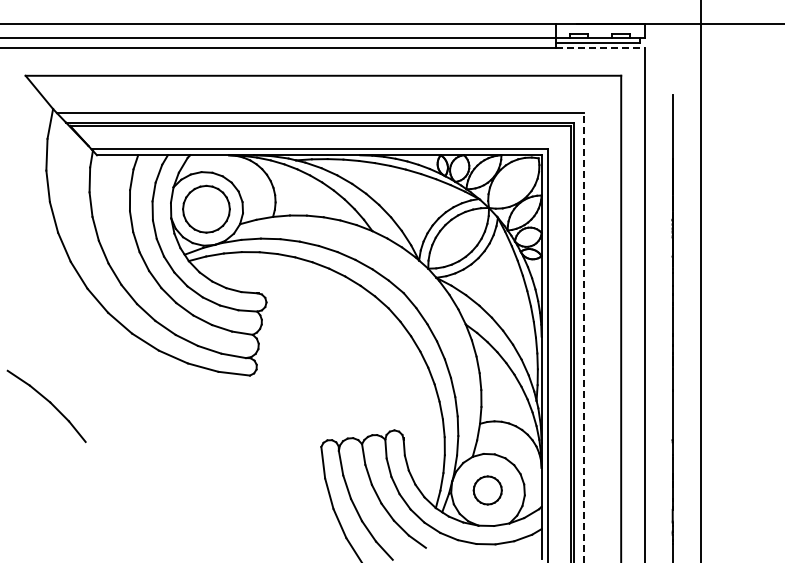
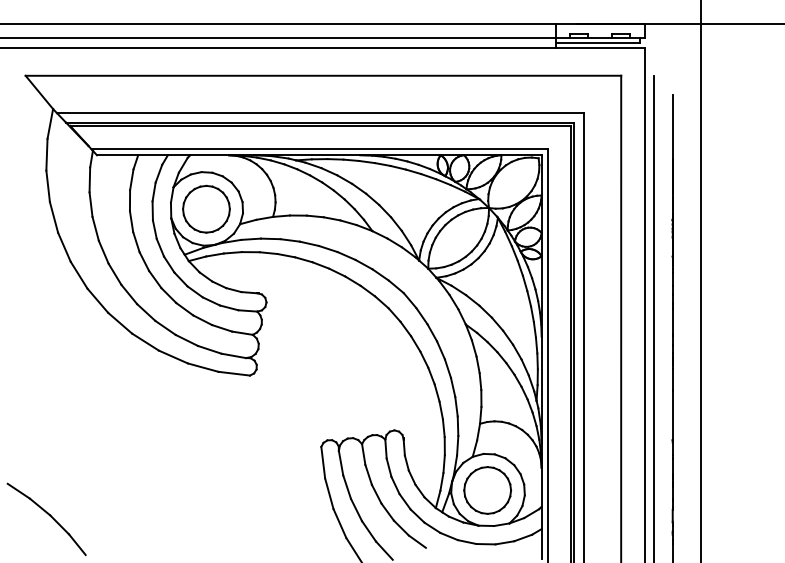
line at (600, 47): dashed -> solid
line at (653, 317): none -> present
line at (583, 338): dashed -> solid
part at (46, 405) position: (46, 405) -> (46, 518)
part at (487, 490) size: 31x31 px -> 50x49 px
